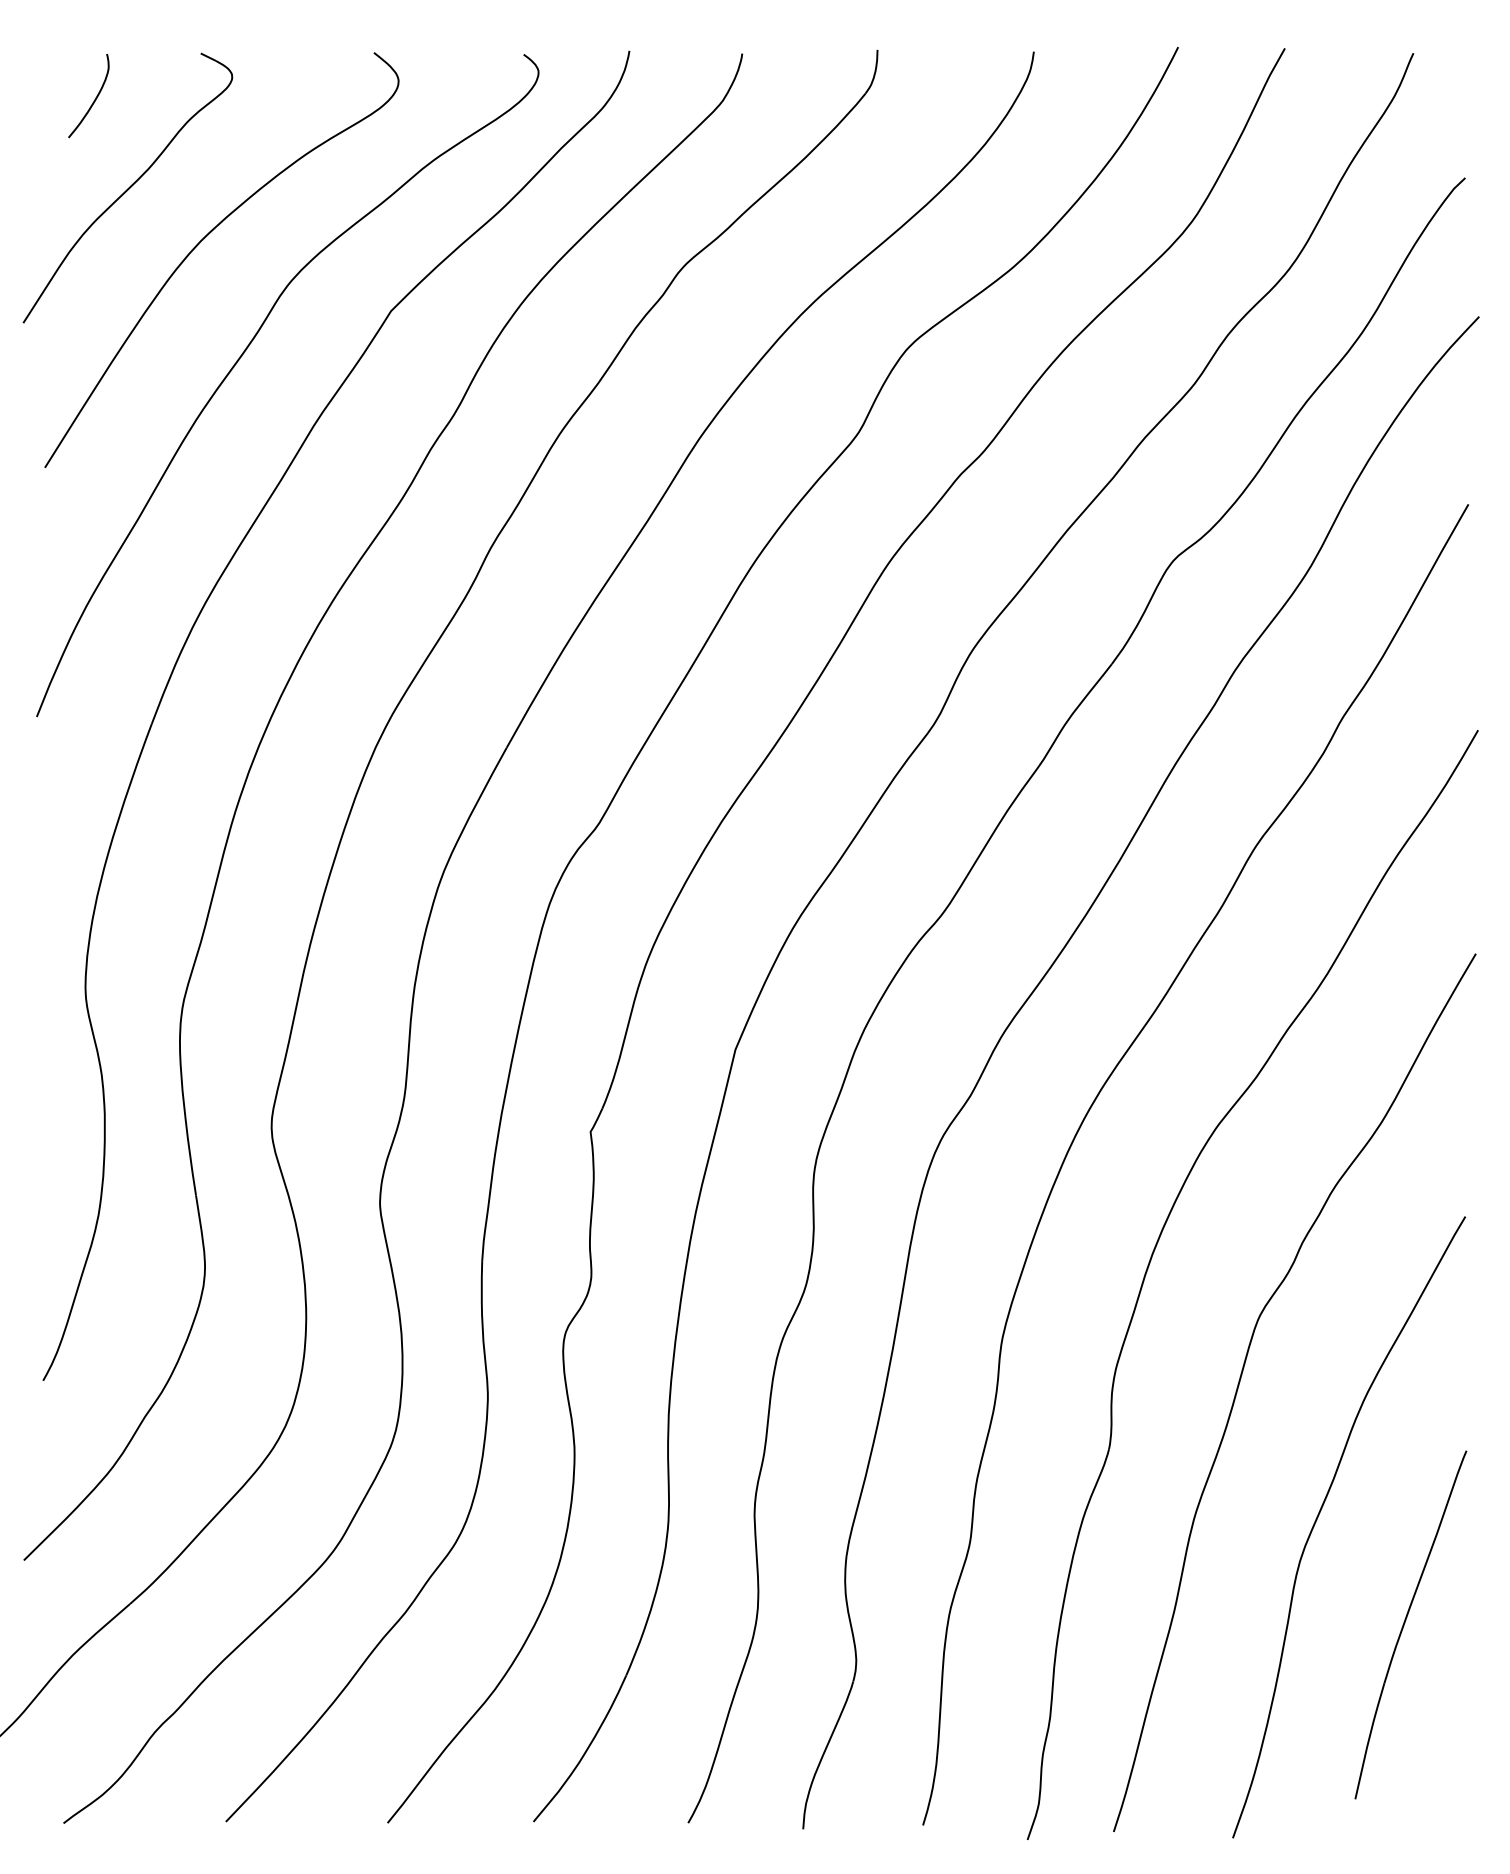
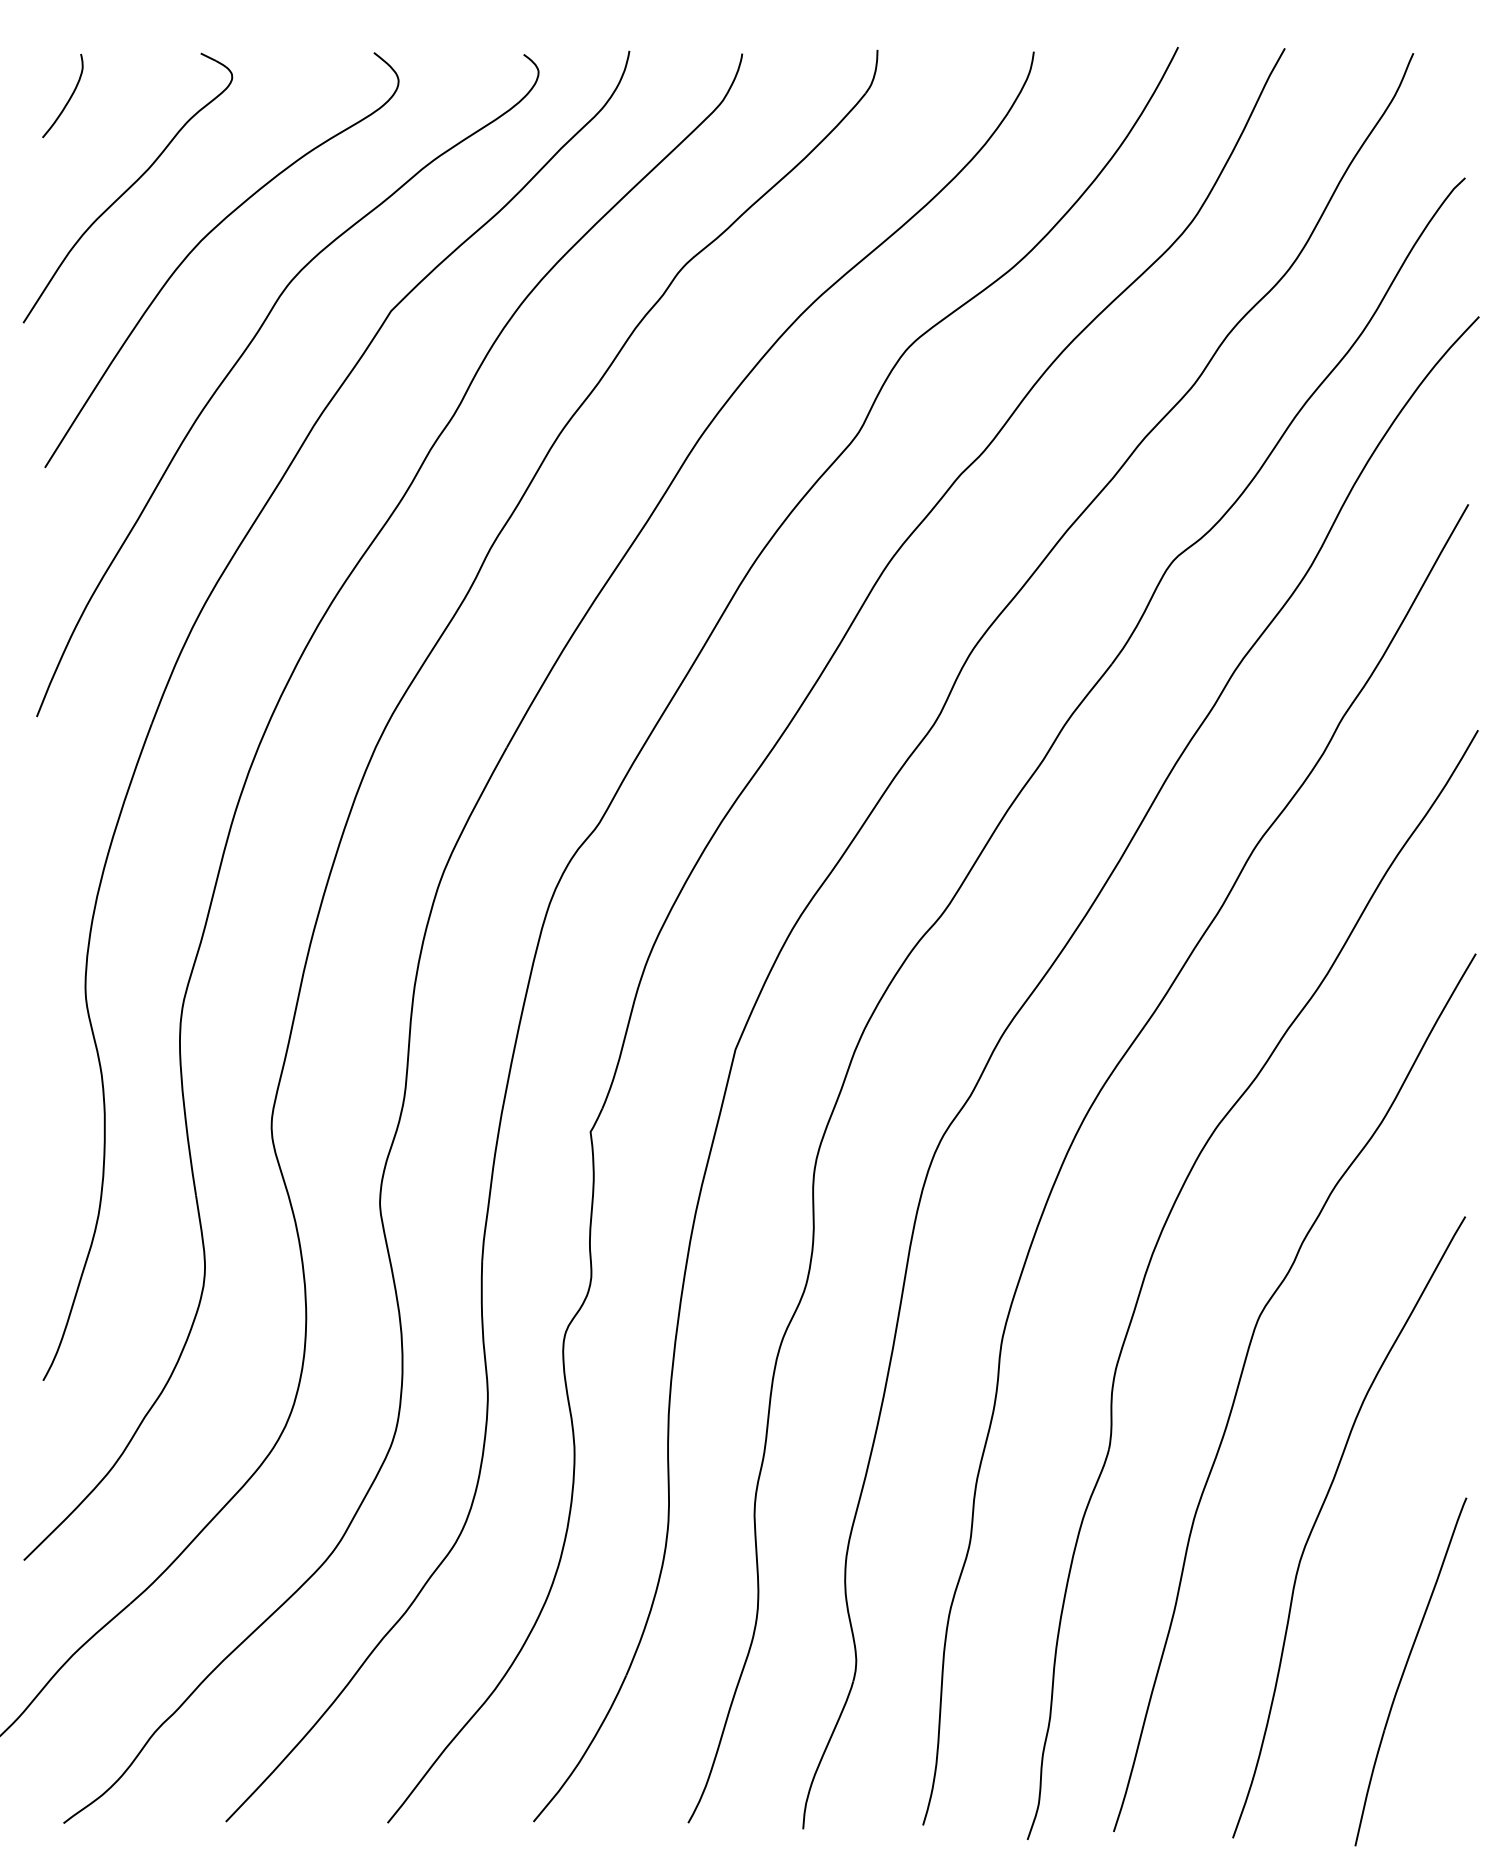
curve at (94, 99) position: (94, 99) -> (68, 99)
part at (1410, 1624) position: (1410, 1624) -> (1410, 1671)
